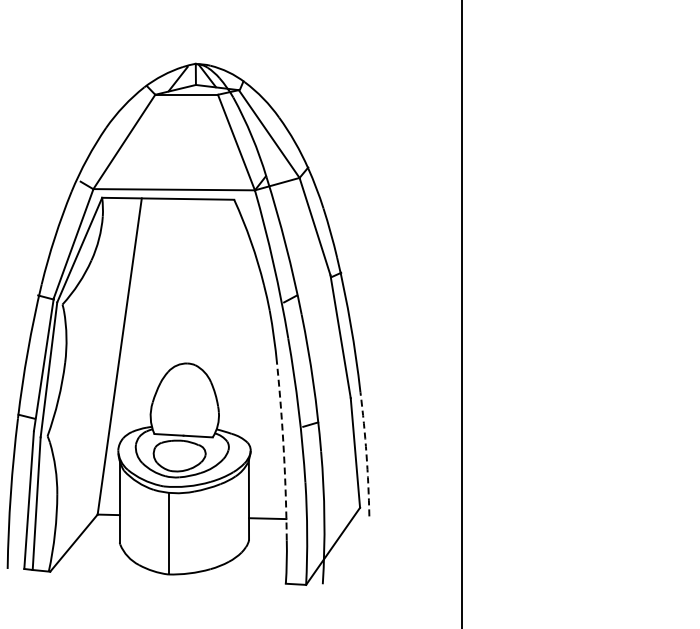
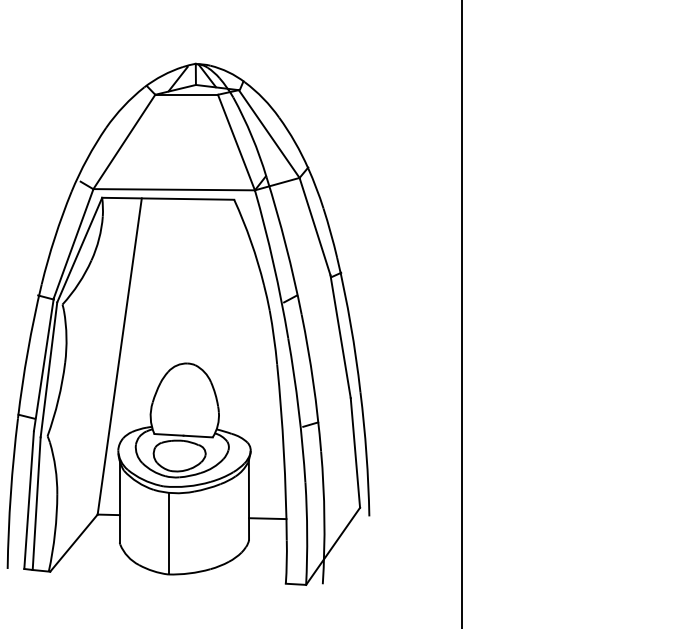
arc at (283, 452): dashed -> solid
arc at (366, 454): dashed -> solid
